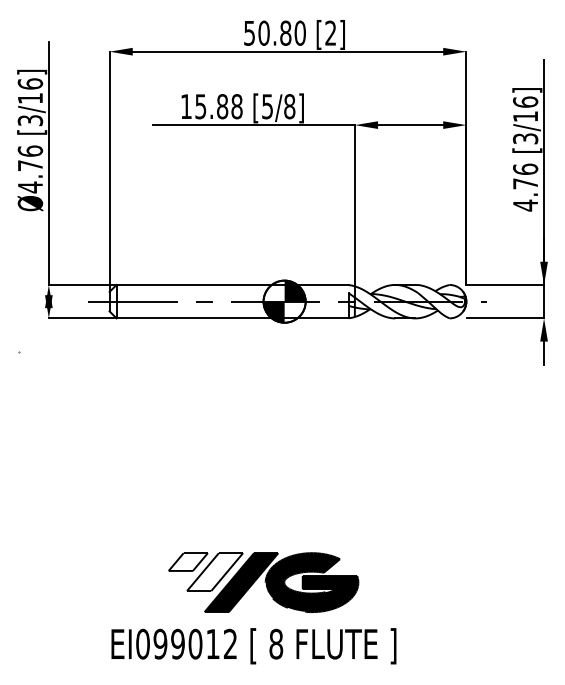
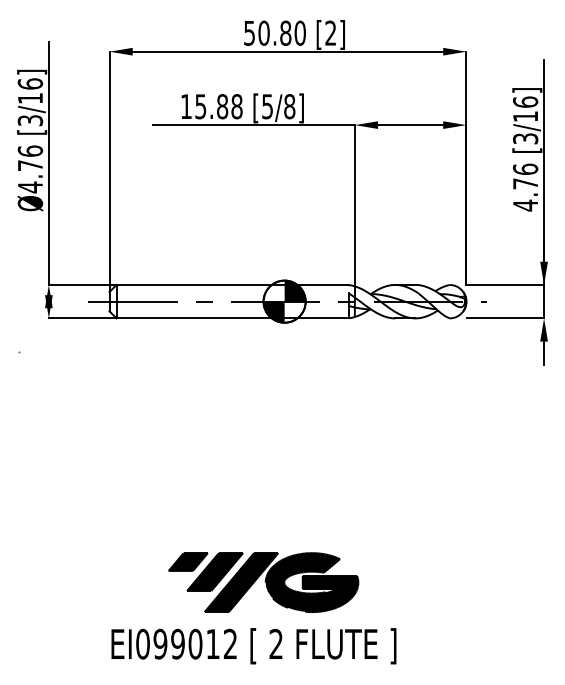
fill at (187, 561): none -> present
fill at (215, 572): none -> present
text at (276, 643): 8 -> 2
